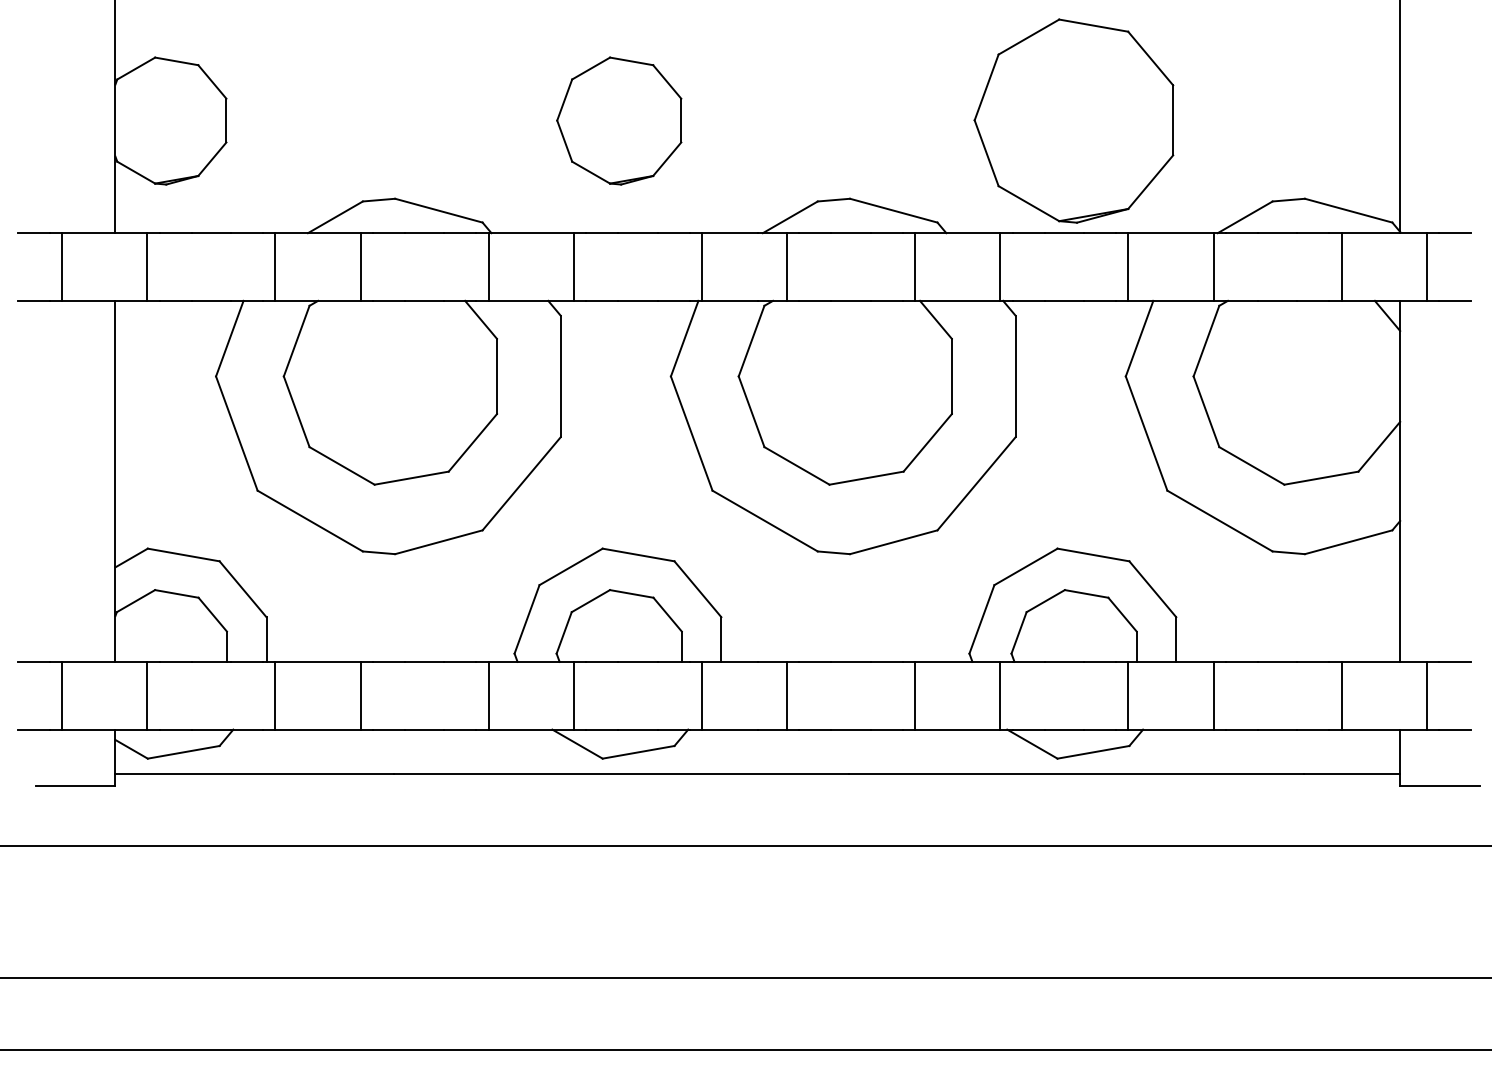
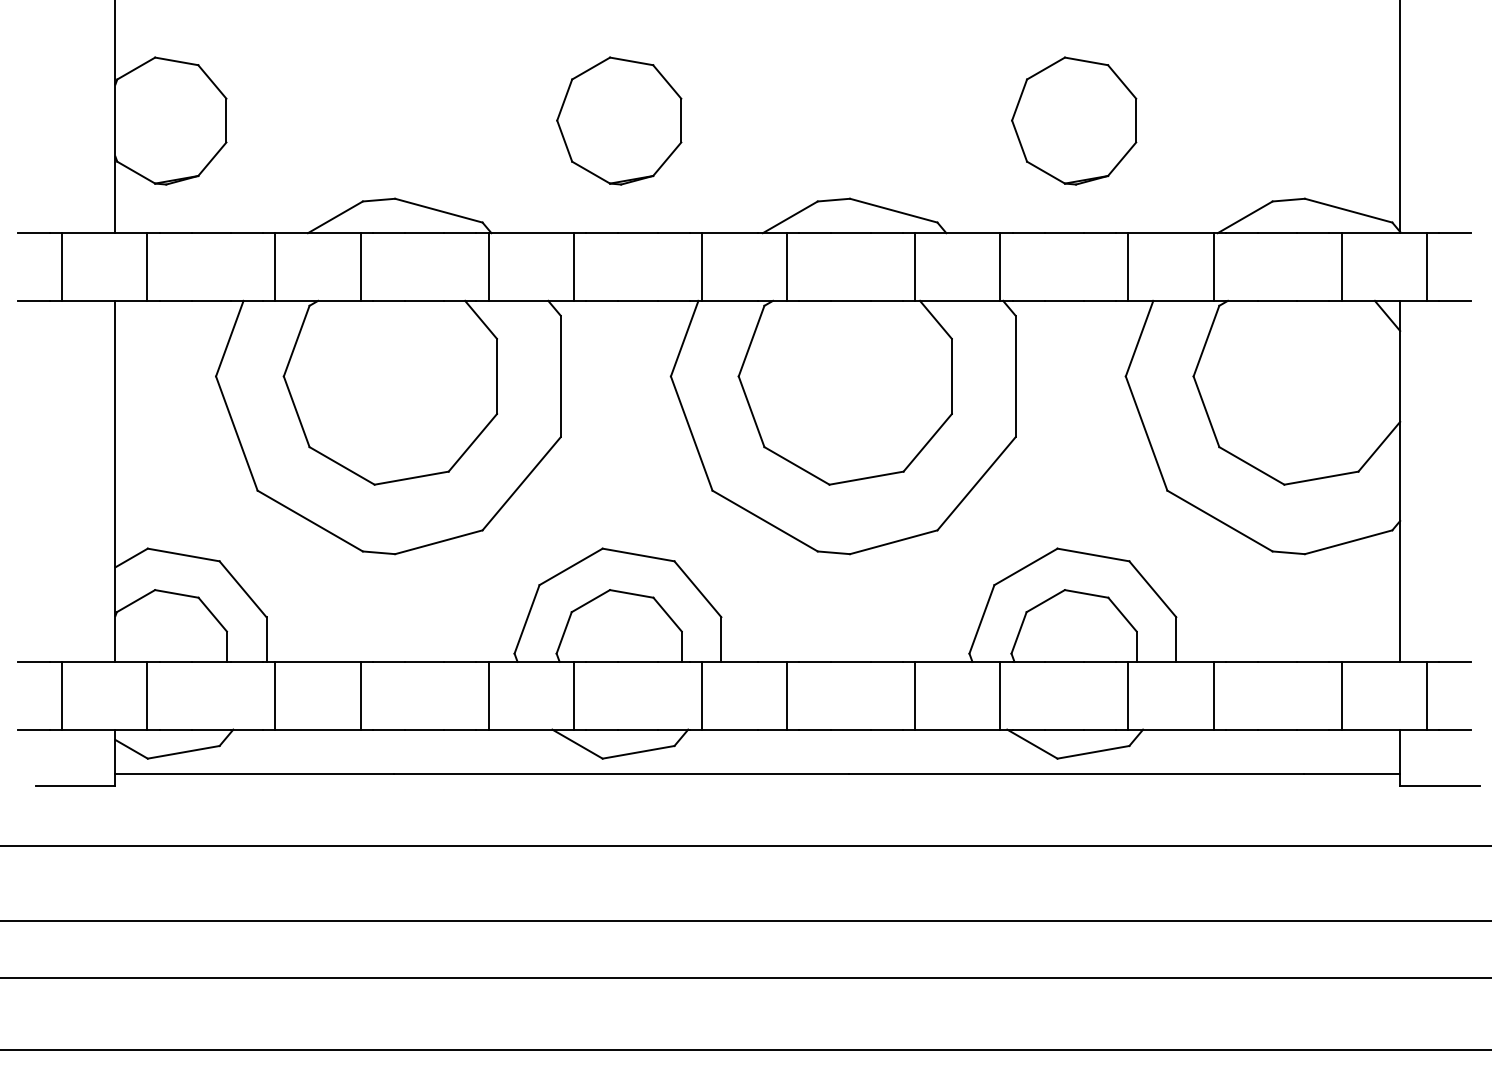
part at (1073, 120) size: 202x206 px -> 127x130 px
line at (745, 921): none -> present
